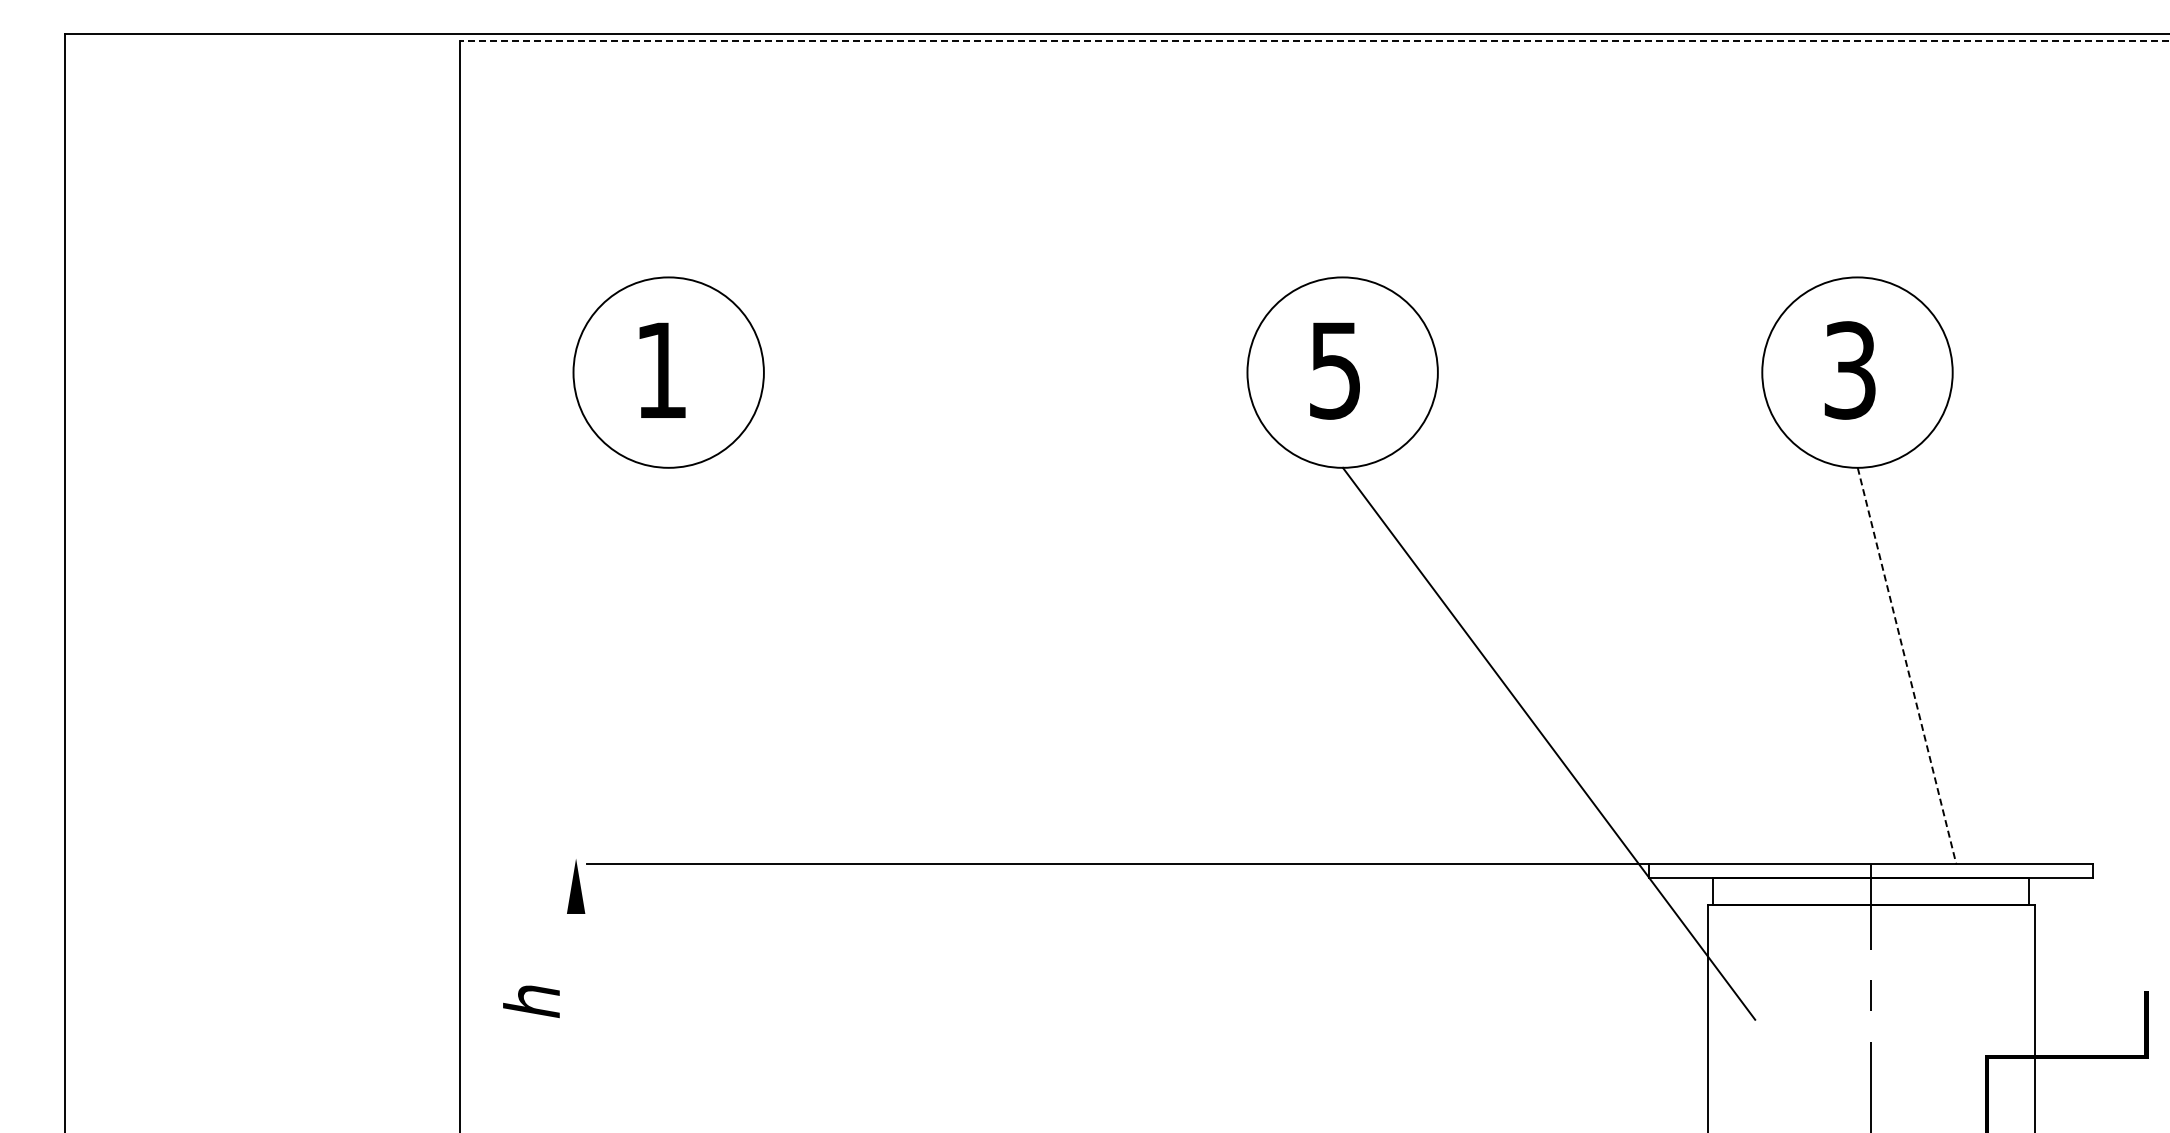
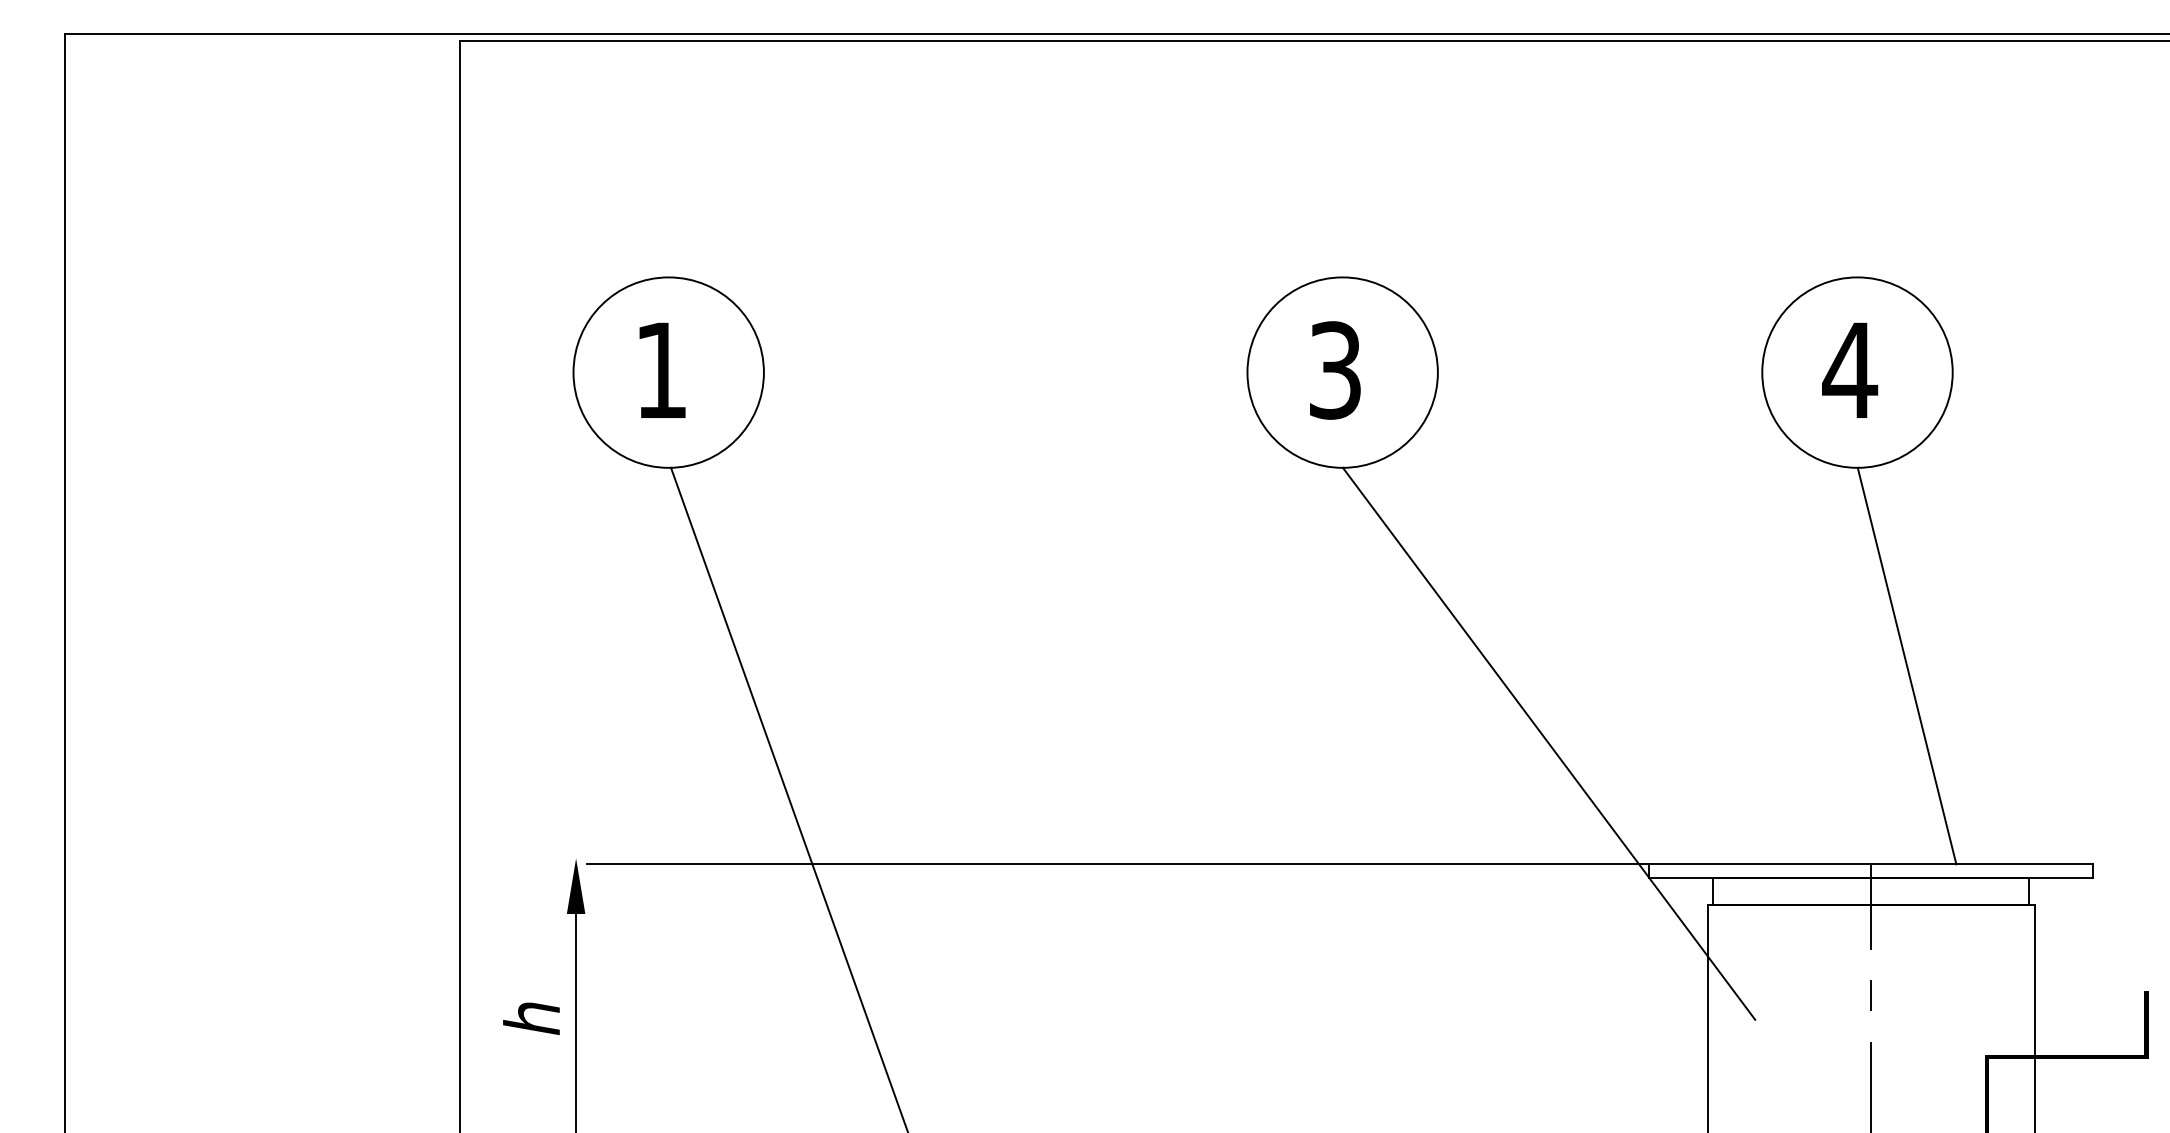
line at (1314, 40): dashed -> solid
text at (1335, 370): 5 -> 3
text at (1850, 370): 3 -> 4
line at (1907, 666): dashed -> solid
line at (788, 798): none -> present
text at (531, 1001) position: (531, 1001) -> (531, 1018)
line at (576, 1021): none -> present
